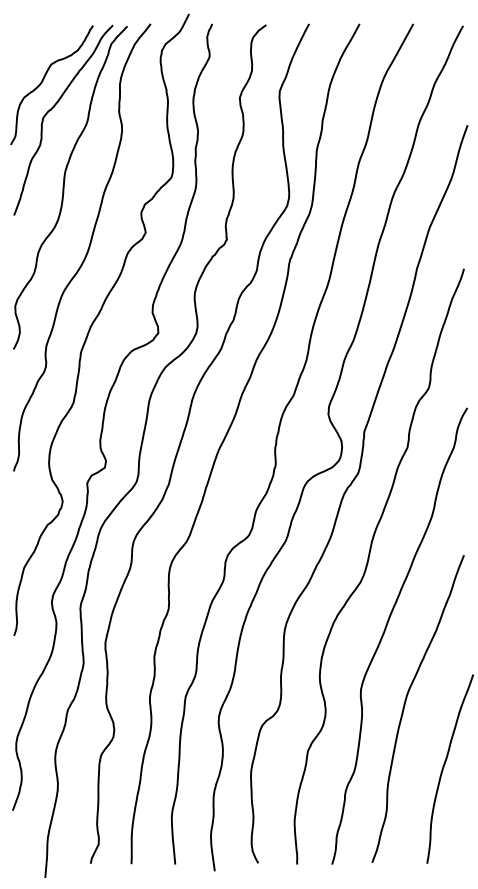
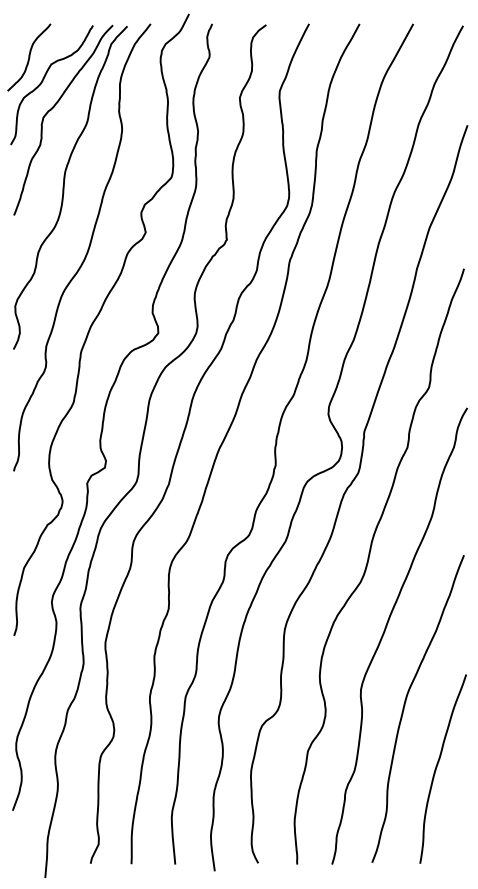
curve at (29, 57): none -> present
curve at (444, 767) position: (444, 767) -> (437, 767)
